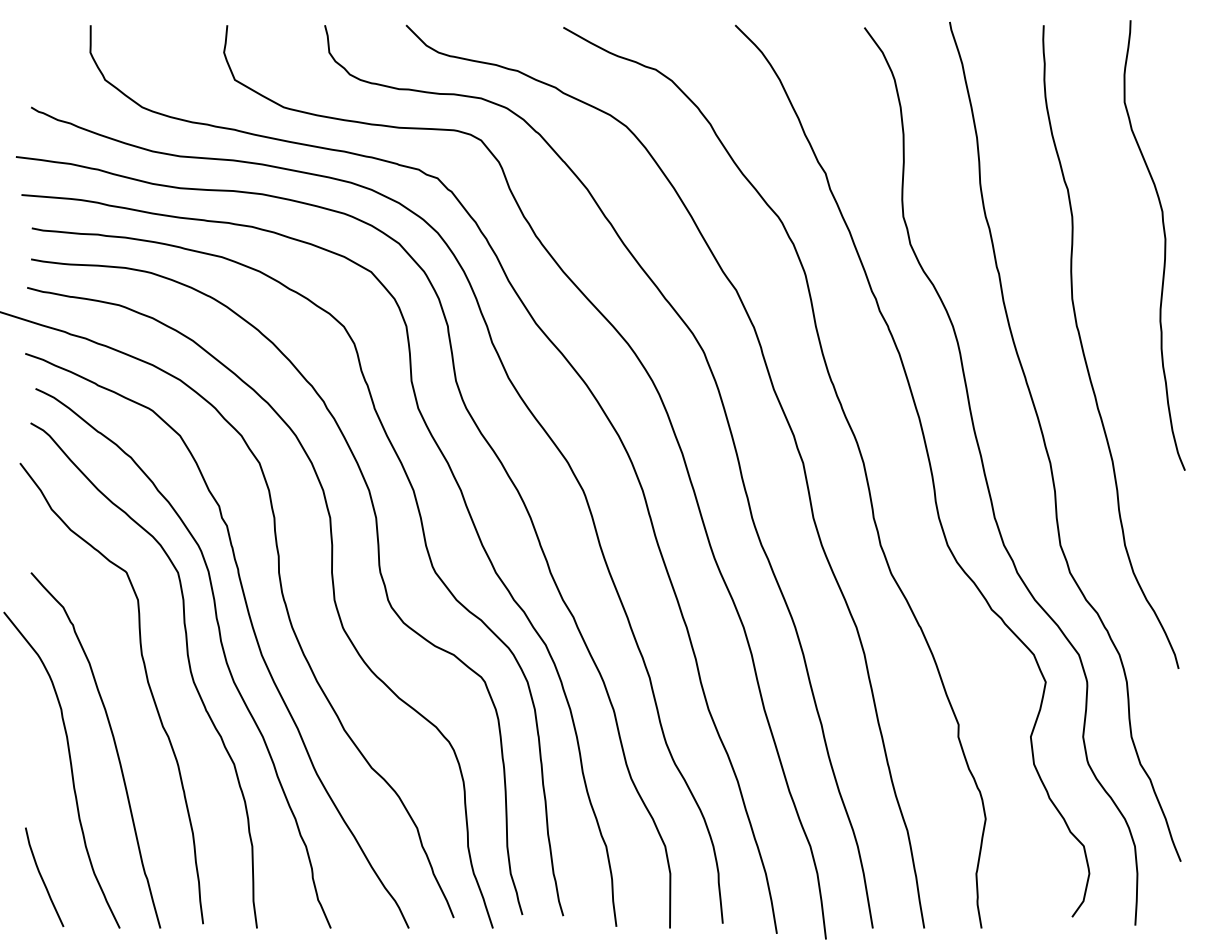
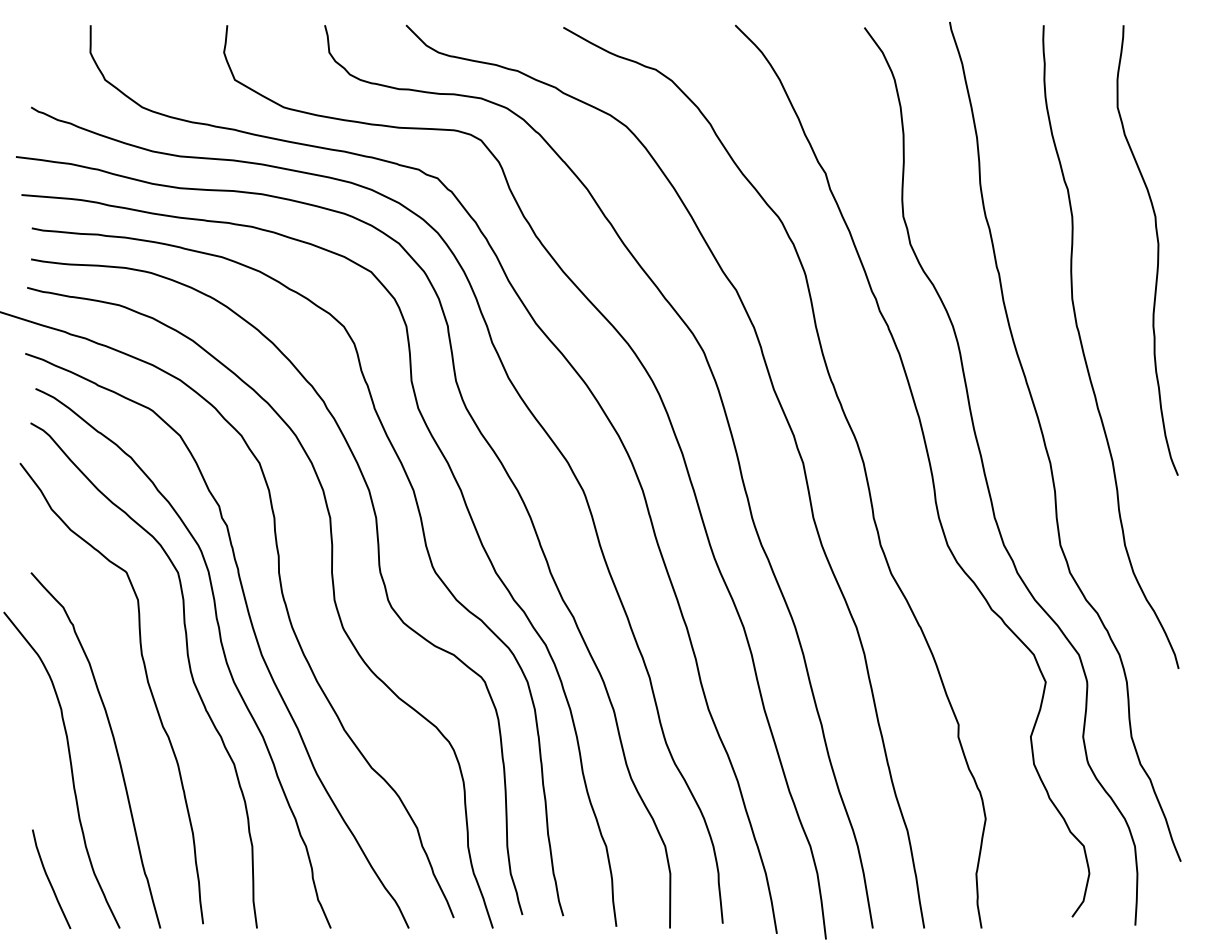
curve at (1164, 245) position: (1164, 245) -> (1157, 250)
curve at (42, 876) position: (42, 876) -> (49, 878)
